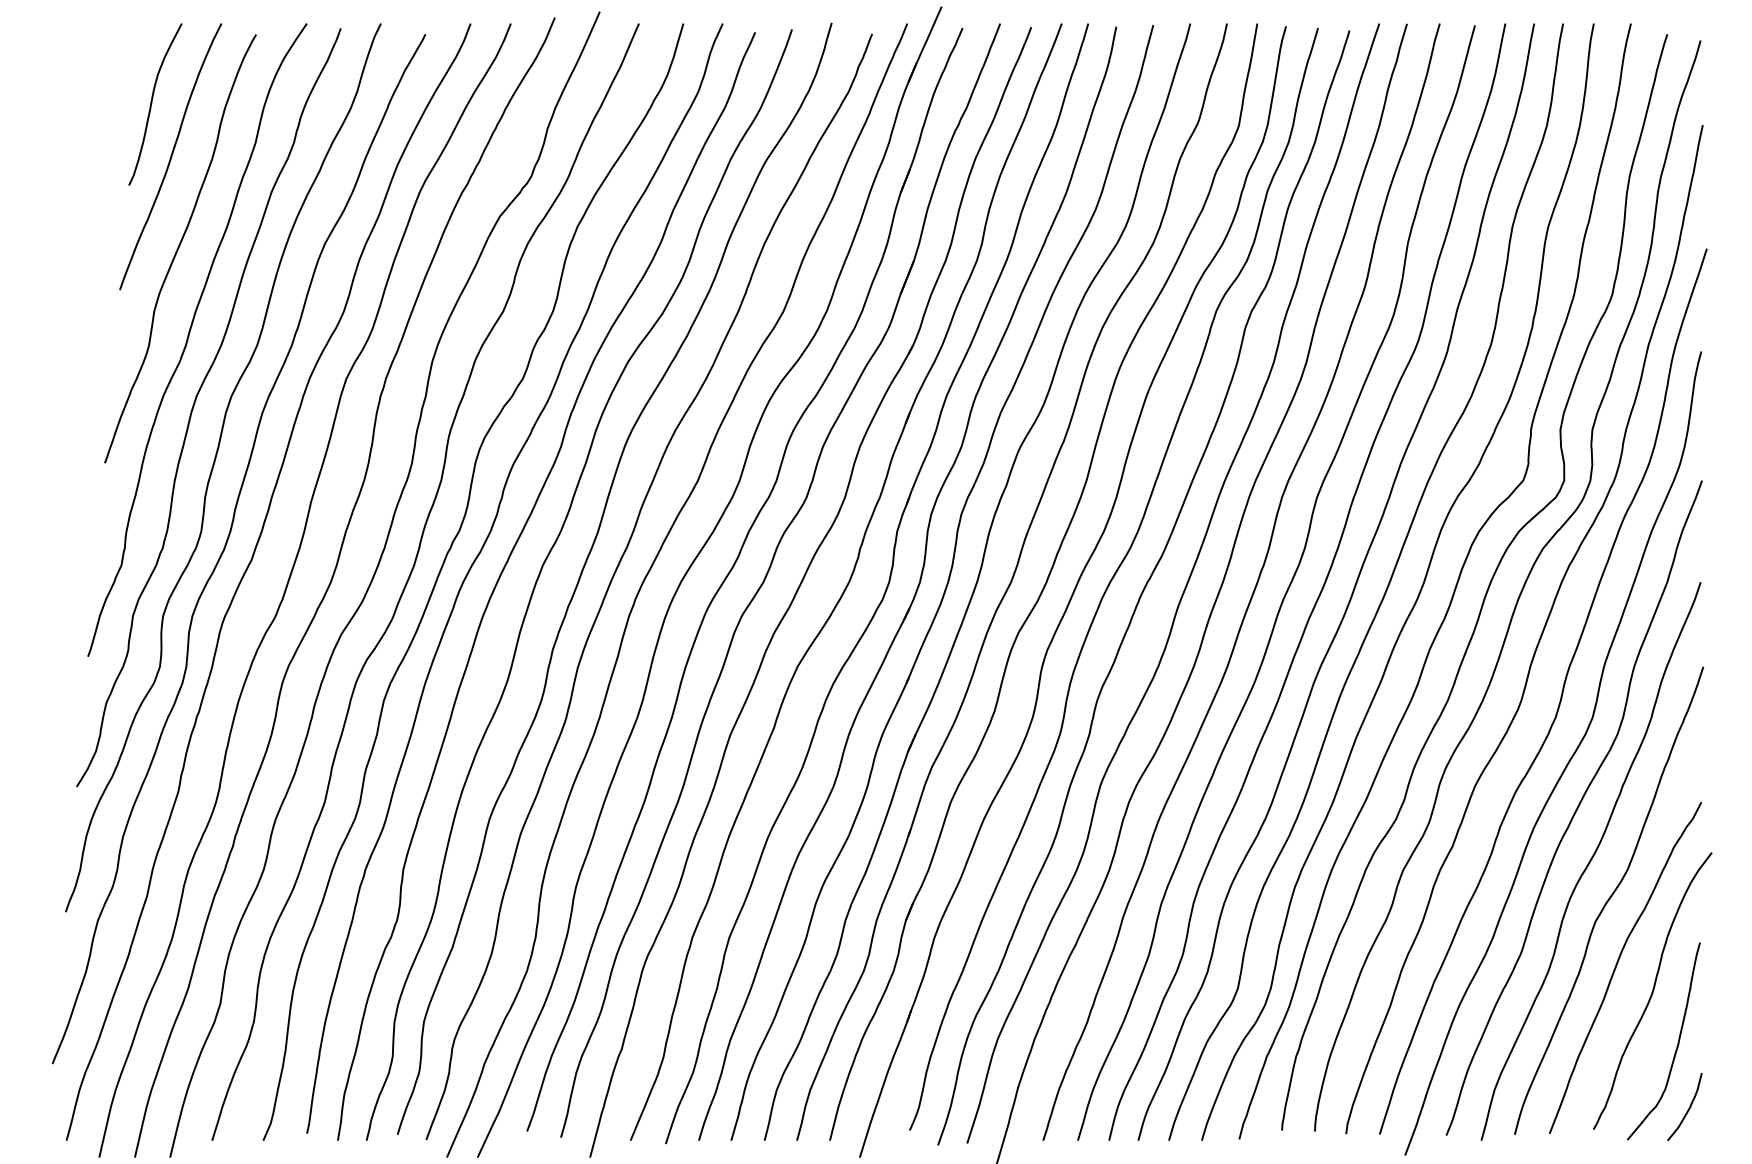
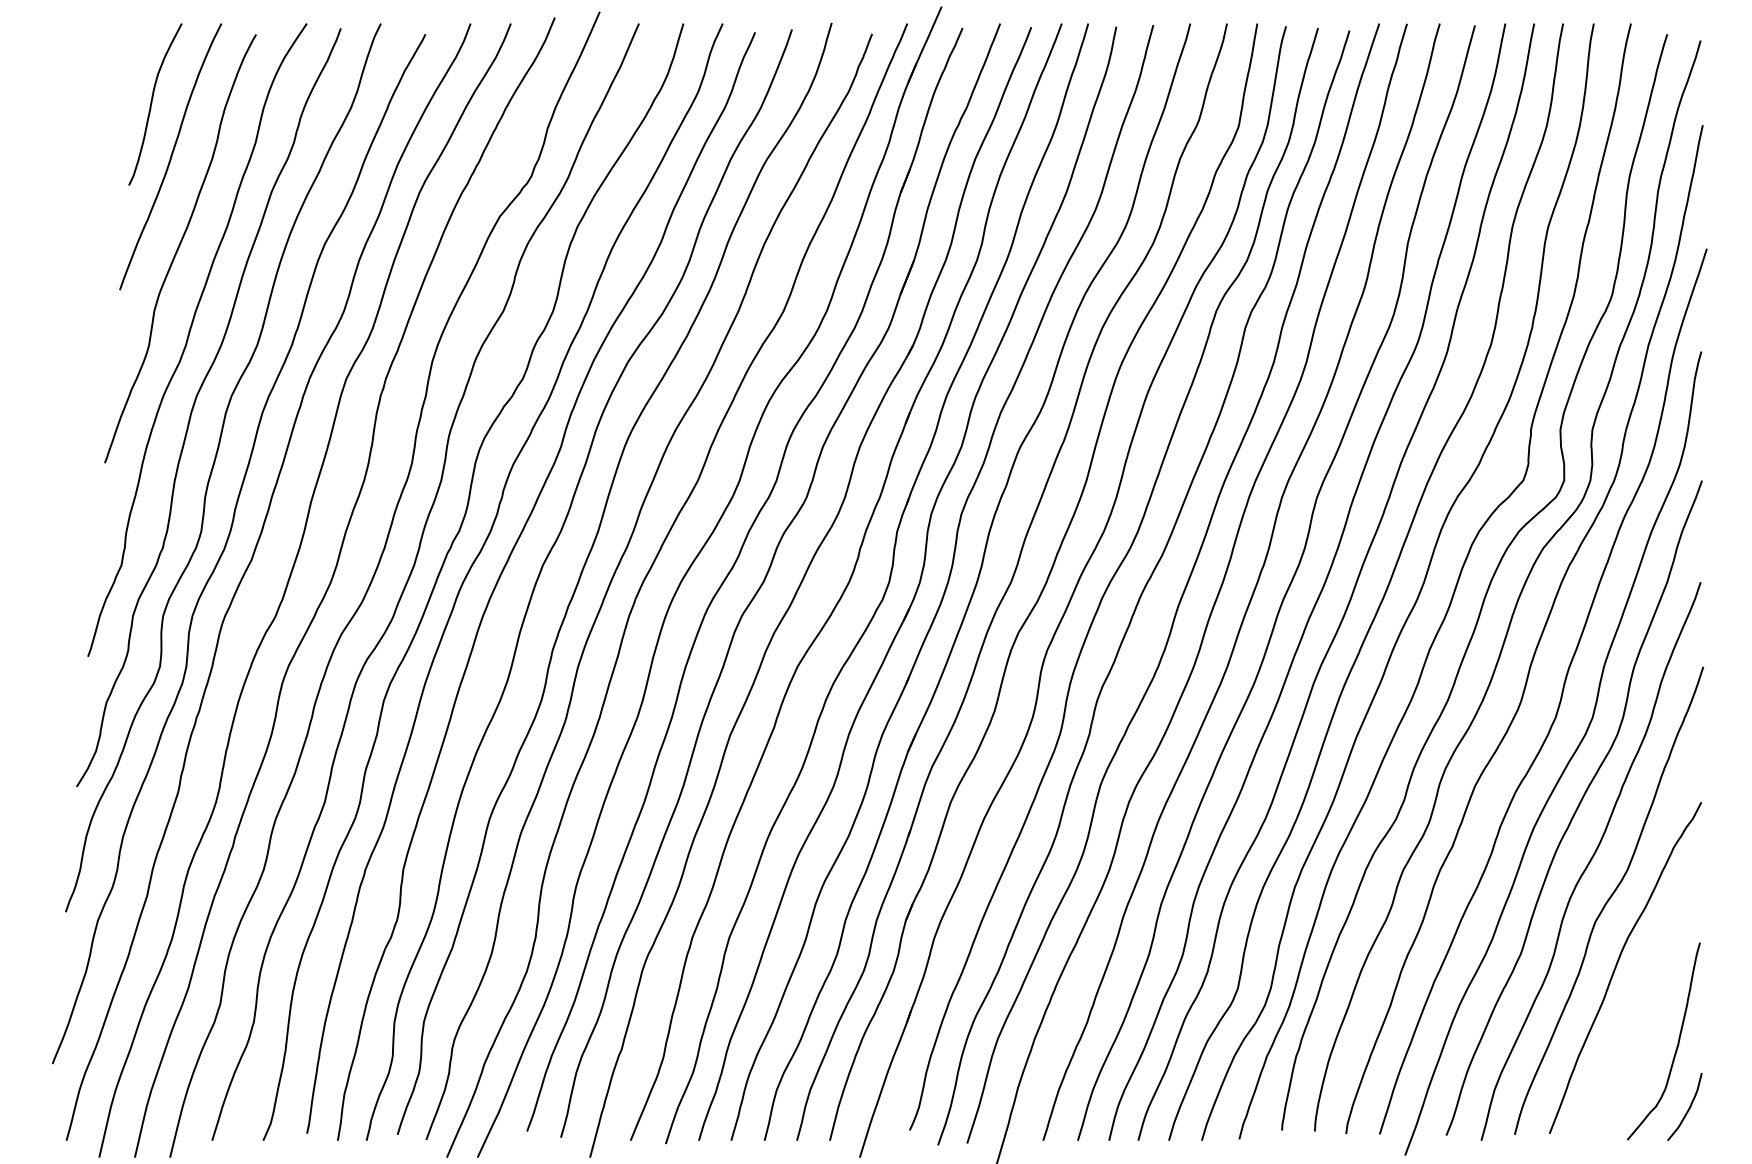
curve at (1652, 990): present -> none
